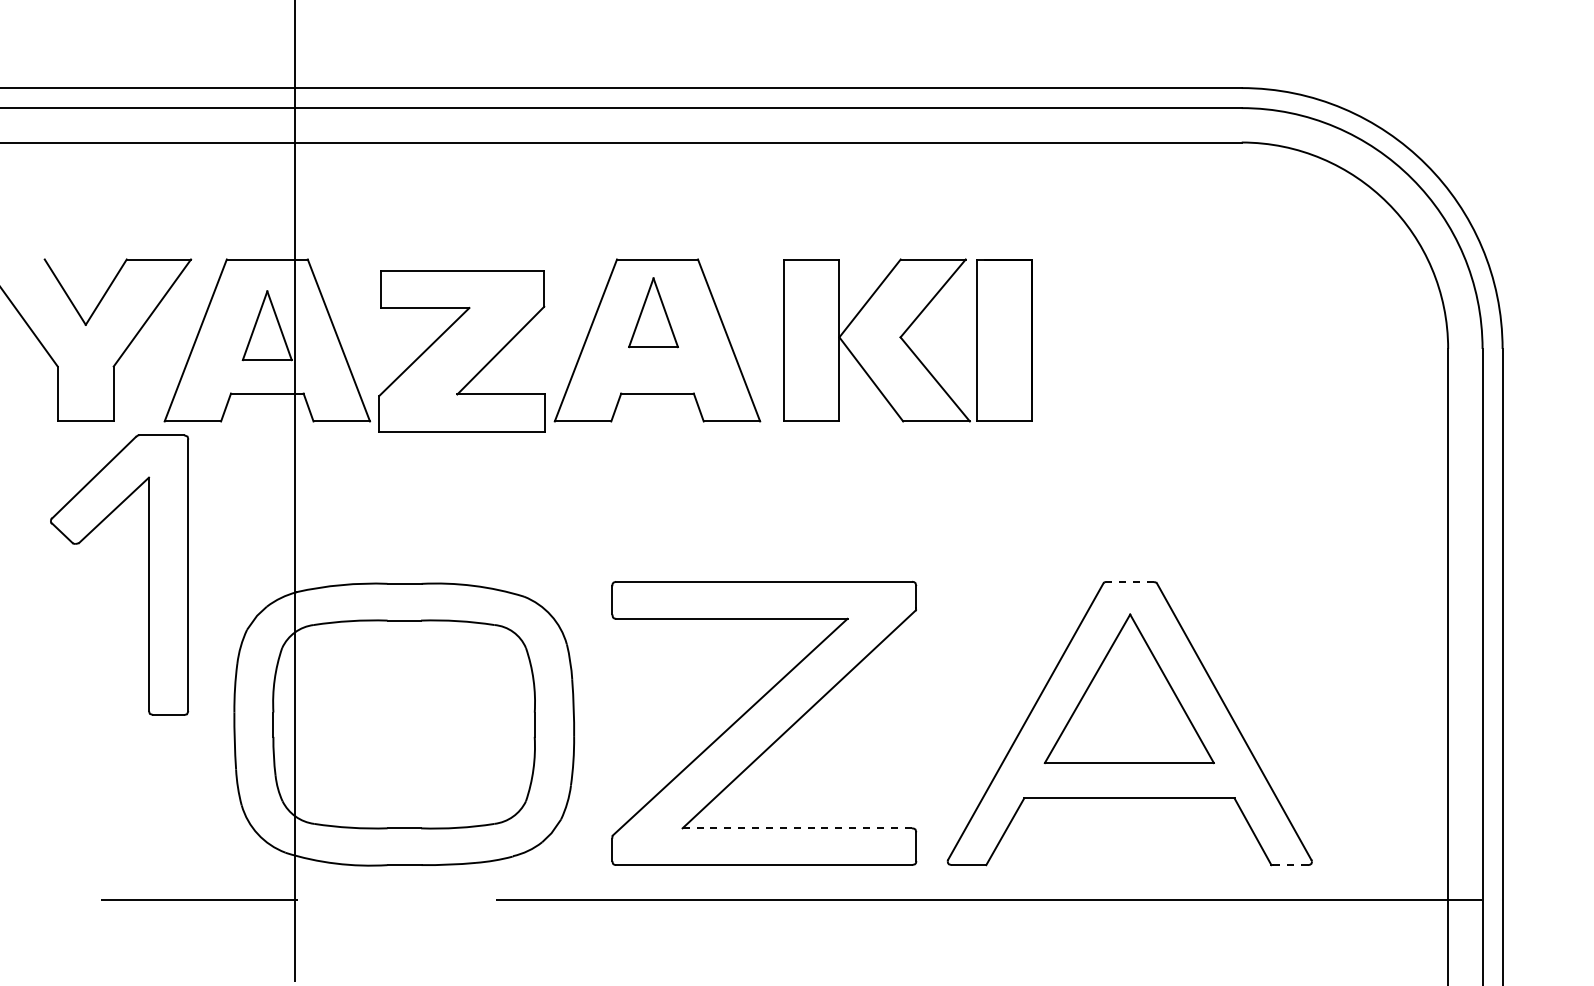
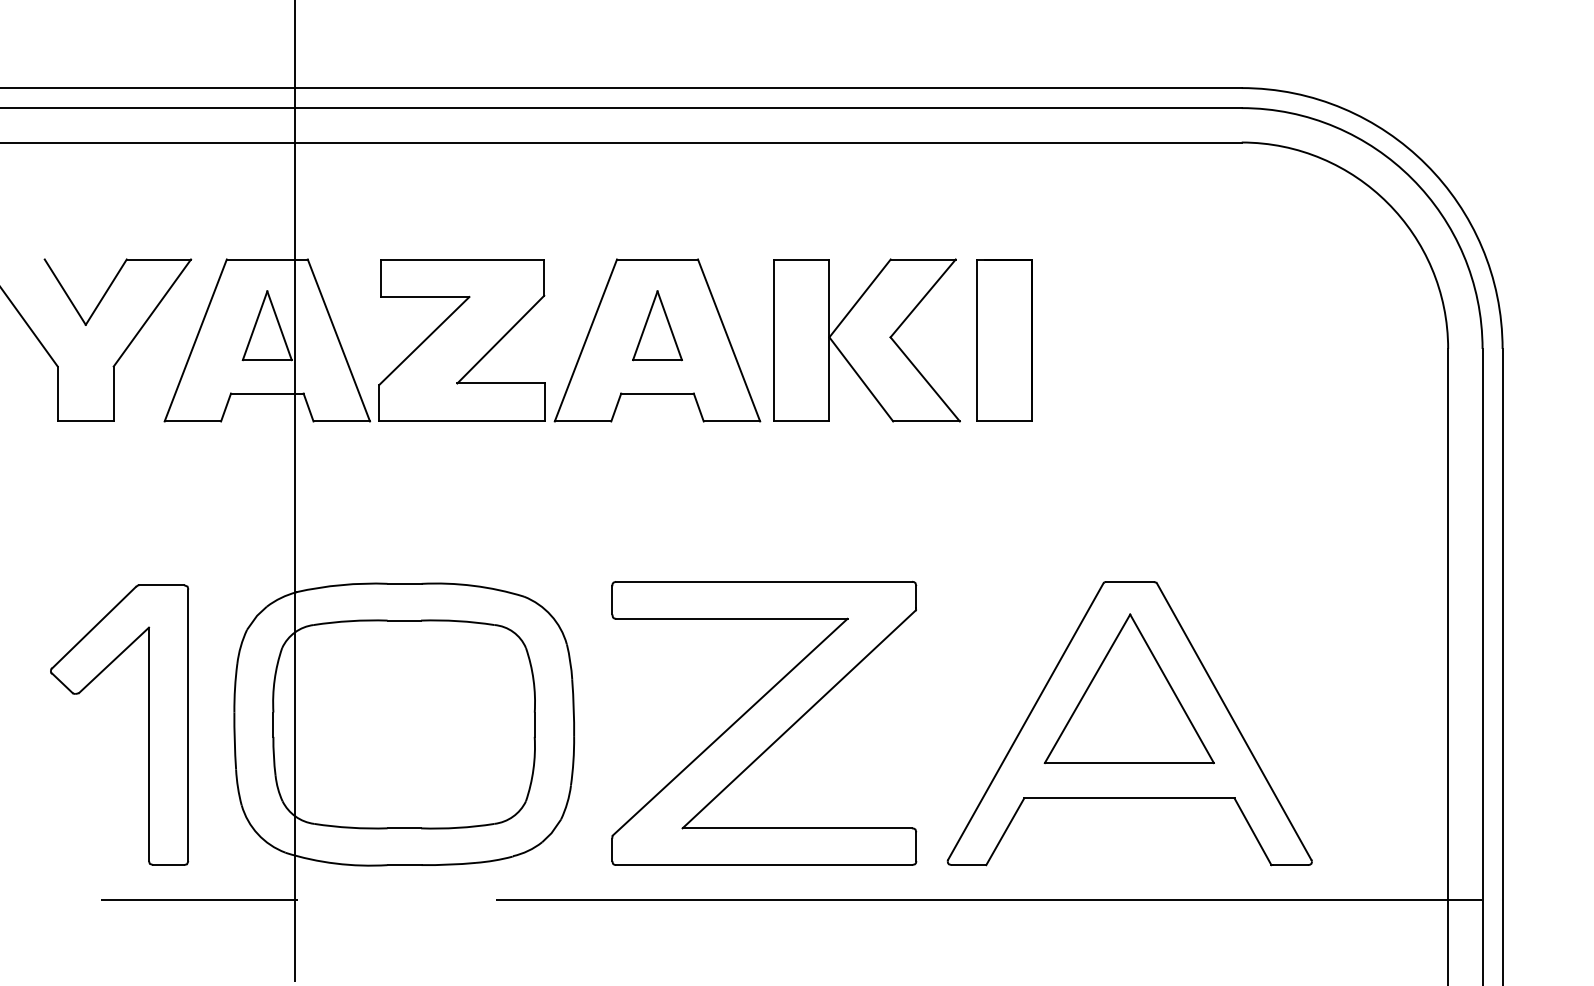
part at (653, 312) position: (653, 312) -> (657, 325)
part at (876, 340) position: (876, 340) -> (866, 340)
part at (461, 351) position: (461, 351) -> (461, 340)
part at (148, 574) position: (148, 574) -> (148, 724)
line at (1129, 582): dashed -> solid
line at (797, 828): dashed -> solid
line at (1291, 865): dashed -> solid
